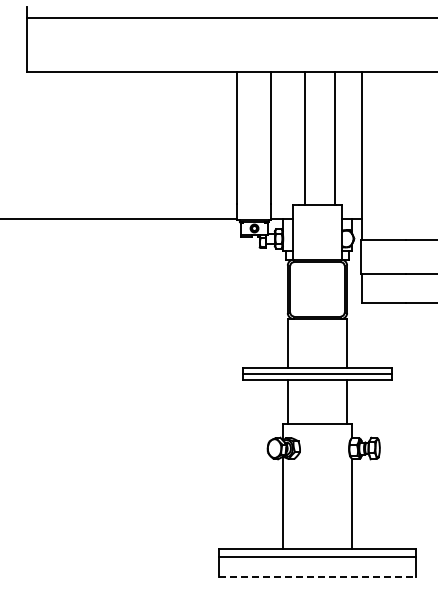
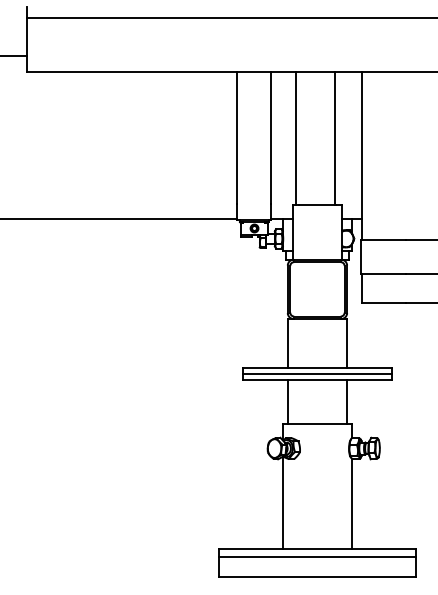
line at (14, 55): none -> present
line at (304, 138) position: (304, 138) -> (295, 138)
line at (317, 577): dashed -> solid
